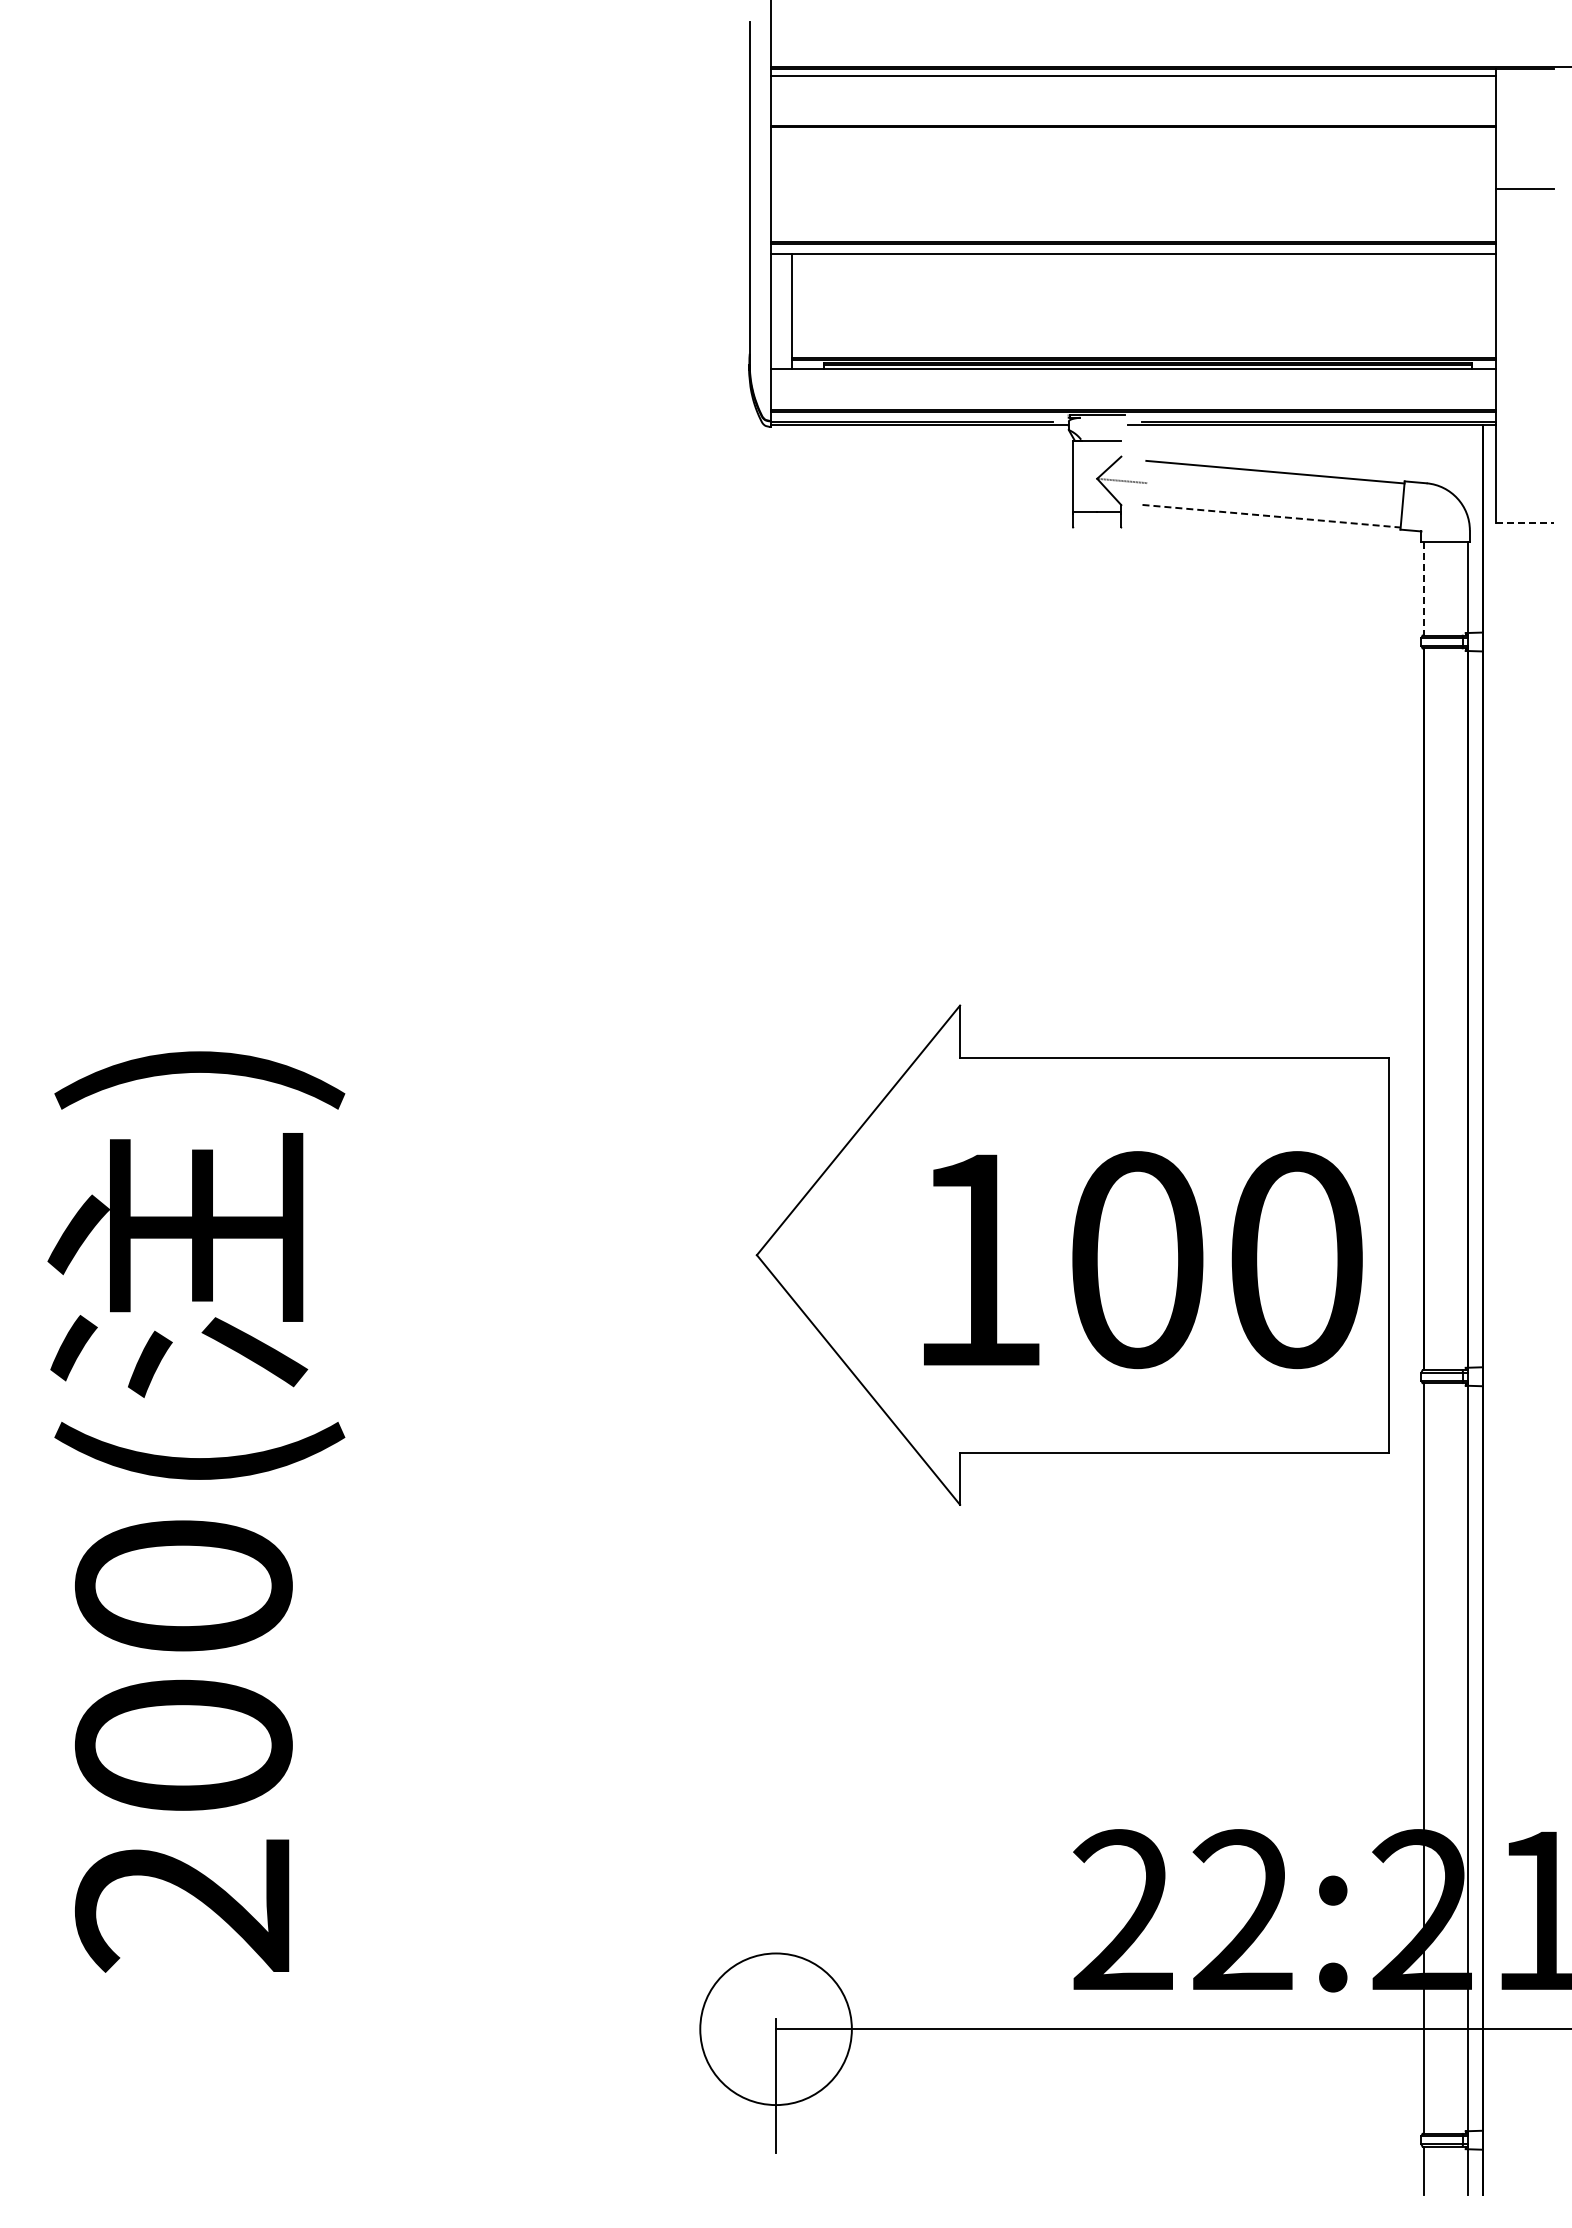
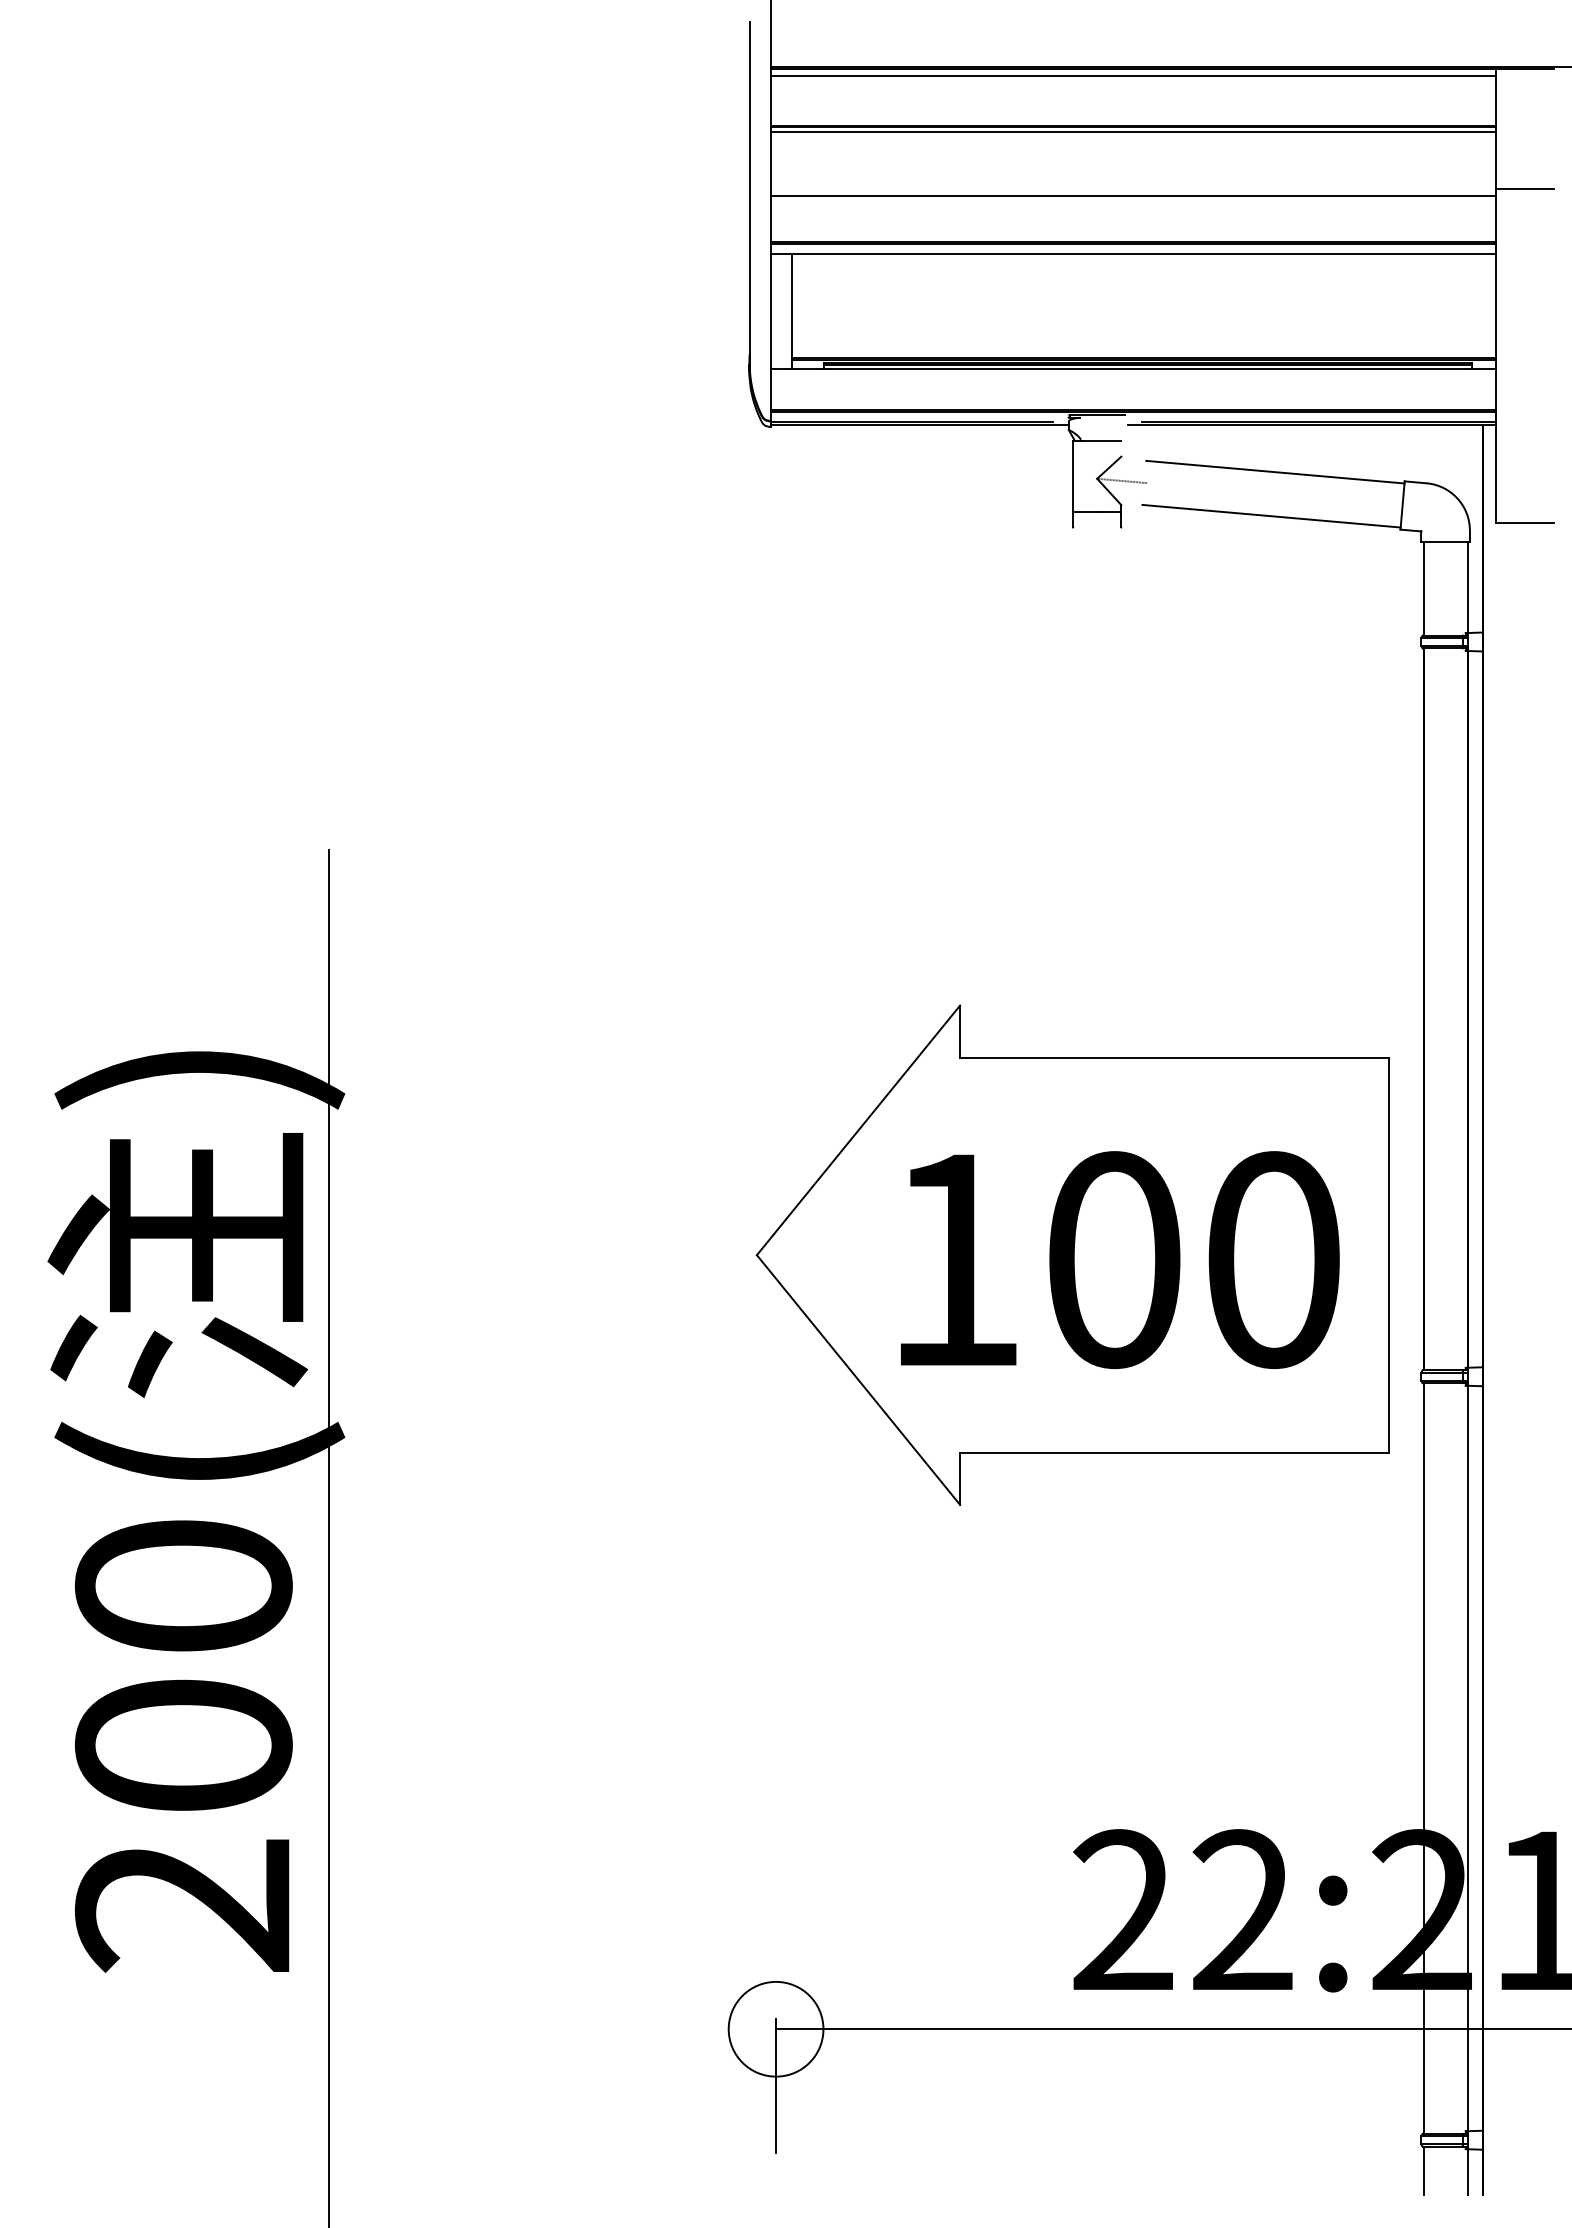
line at (1132, 131): none -> present
line at (1132, 195): none -> present
line at (1271, 516): dashed -> solid
line at (1524, 522): dashed -> solid
line at (1423, 588): dashed -> solid
text at (1143, 1260) position: (1143, 1260) -> (1120, 1260)
line at (328, 1537): none -> present
circle at (775, 2029) diameter: 152 px -> 95 px
